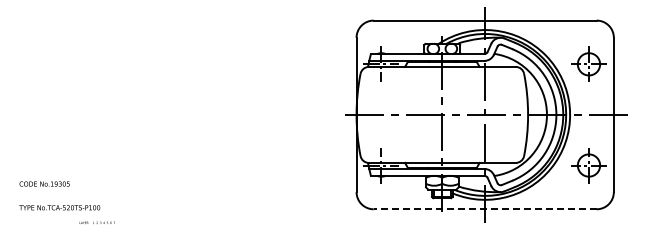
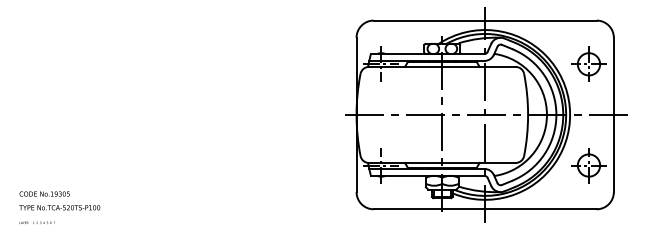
text at (44, 183) position: (44, 183) -> (44, 193)
line at (484, 209): dashed -> solid
text at (96, 222) position: (96, 222) -> (36, 222)
